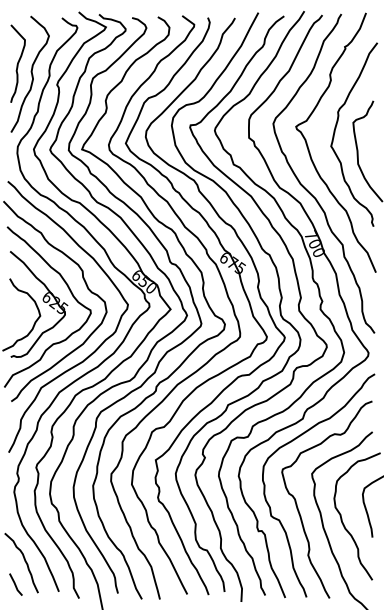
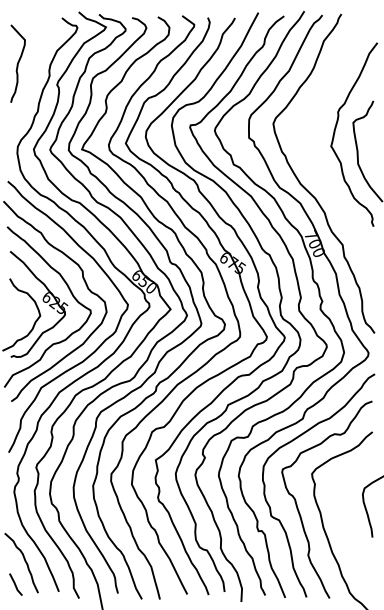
curve at (30, 72): present -> none
curve at (309, 149): present -> none
curve at (342, 518): present -> none
